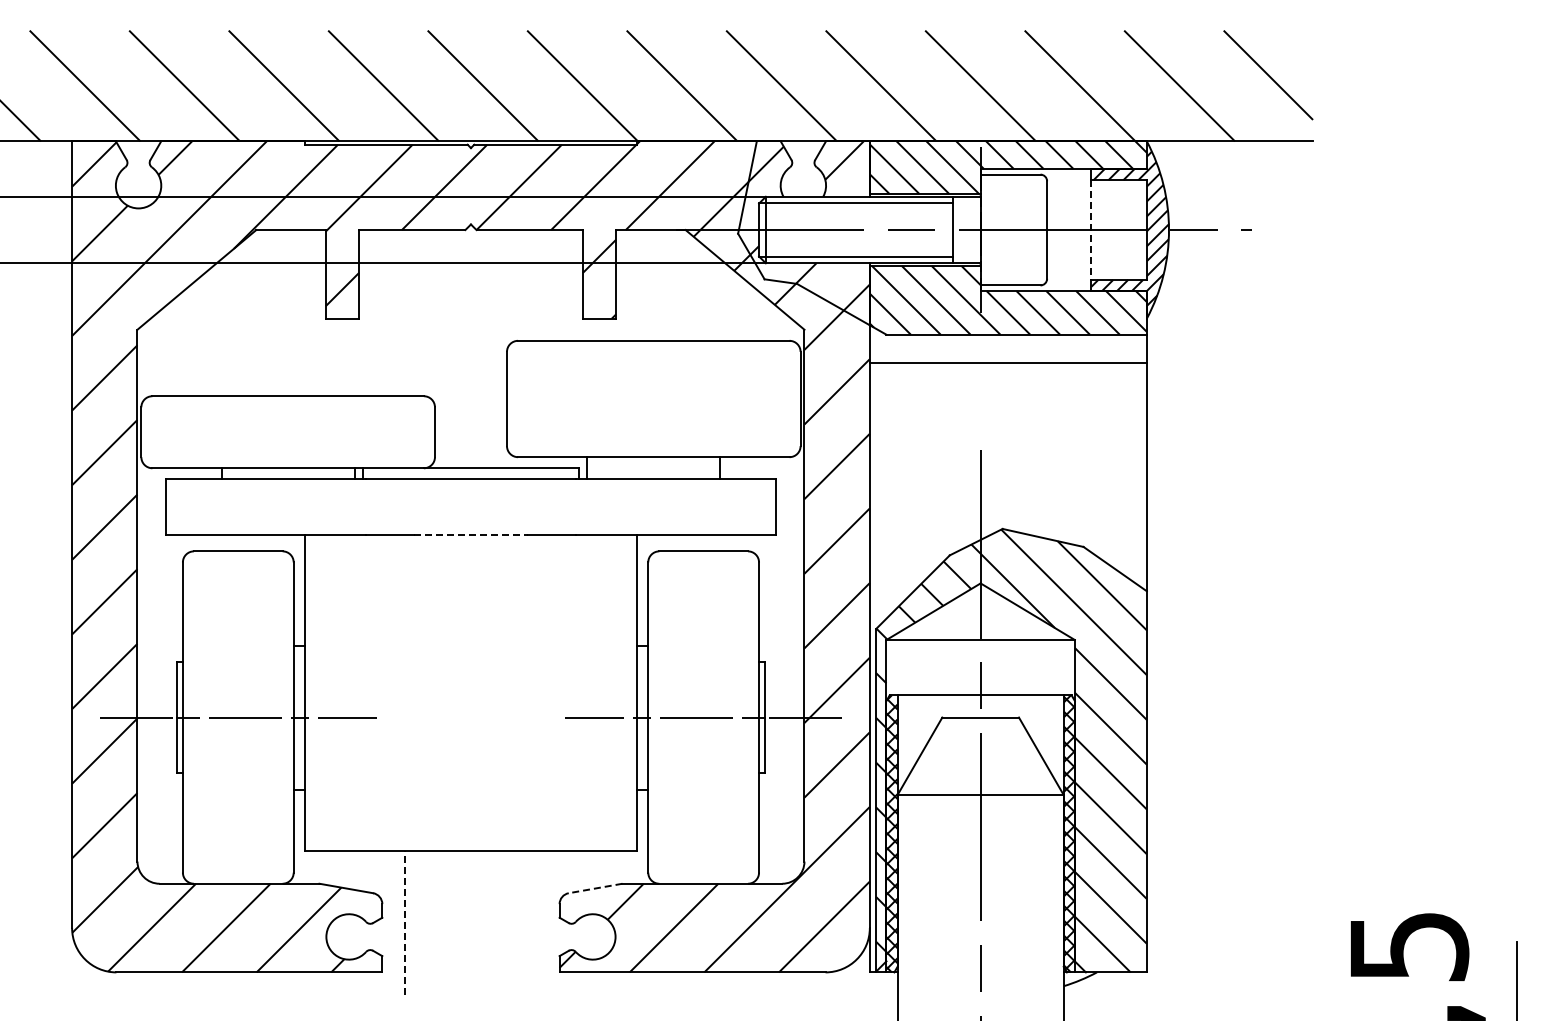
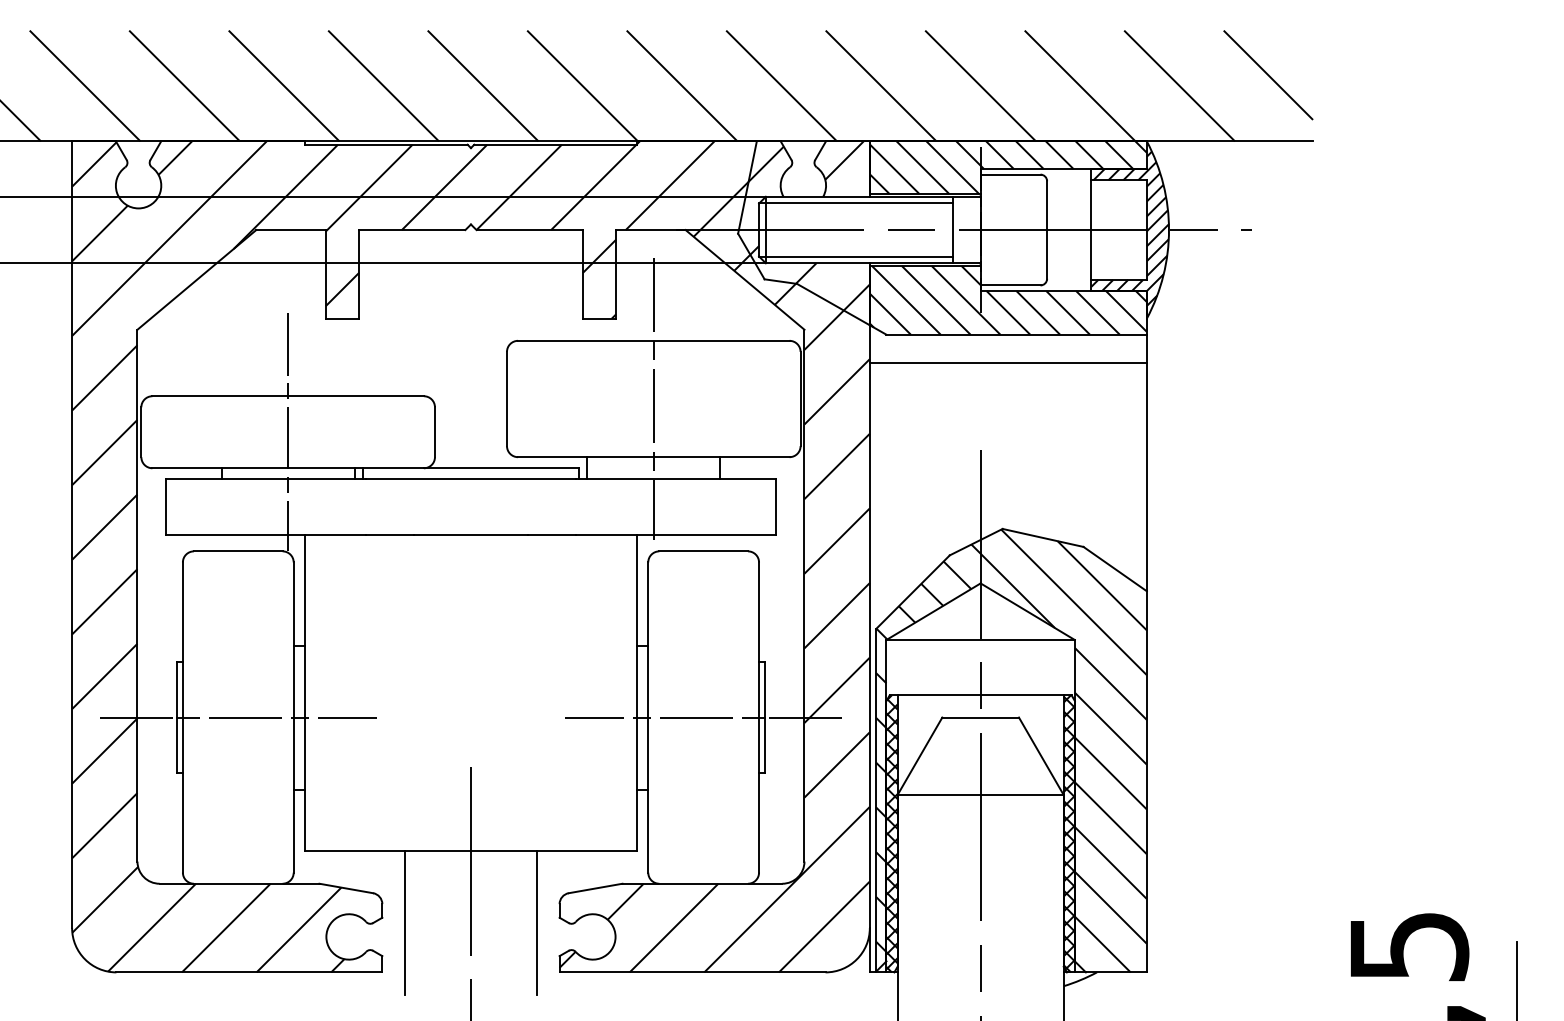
line at (1091, 230): dashed -> solid
line at (653, 398): none -> present
line at (288, 432): none -> present
line at (470, 534): dashed -> solid
line at (595, 888): dashed -> solid
line at (470, 892): none -> present
line at (404, 922): dashed -> solid
line at (537, 922): none -> present
